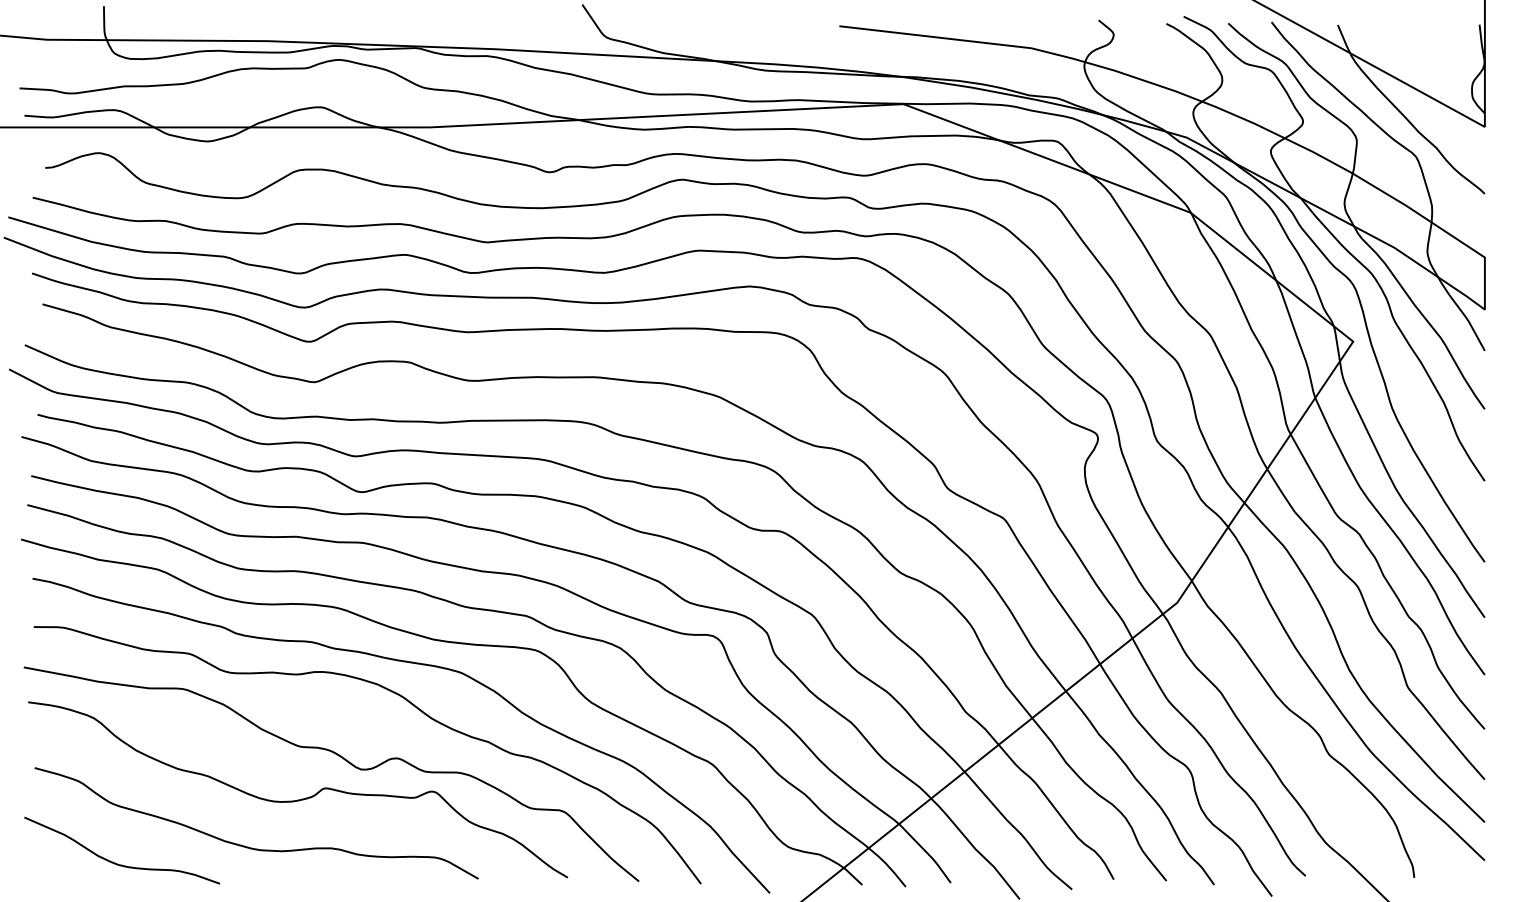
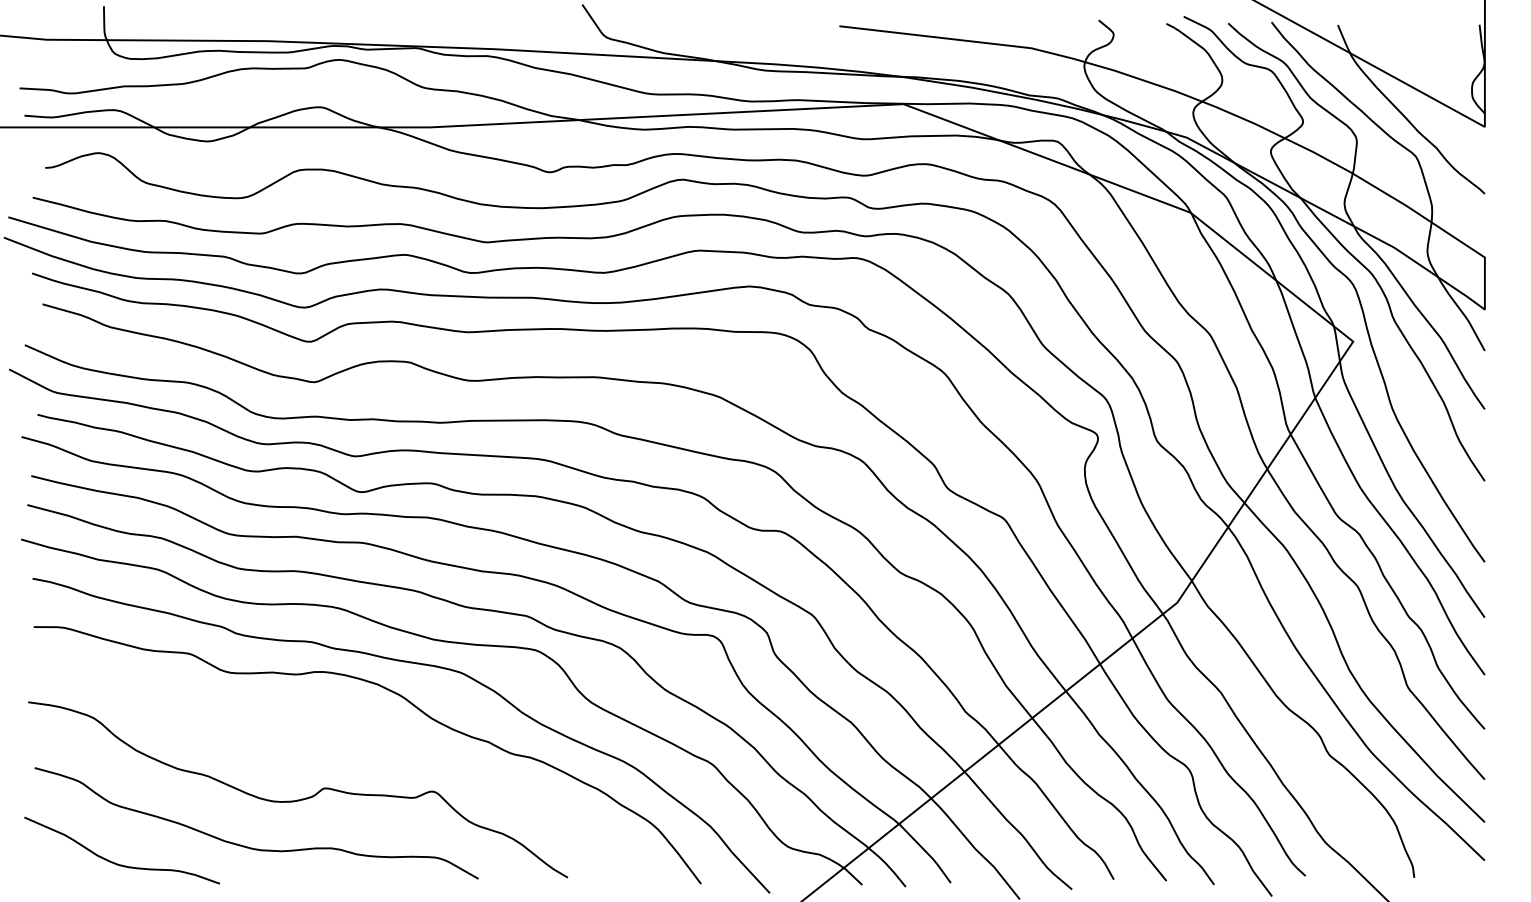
curve at (341, 758): present -> none
